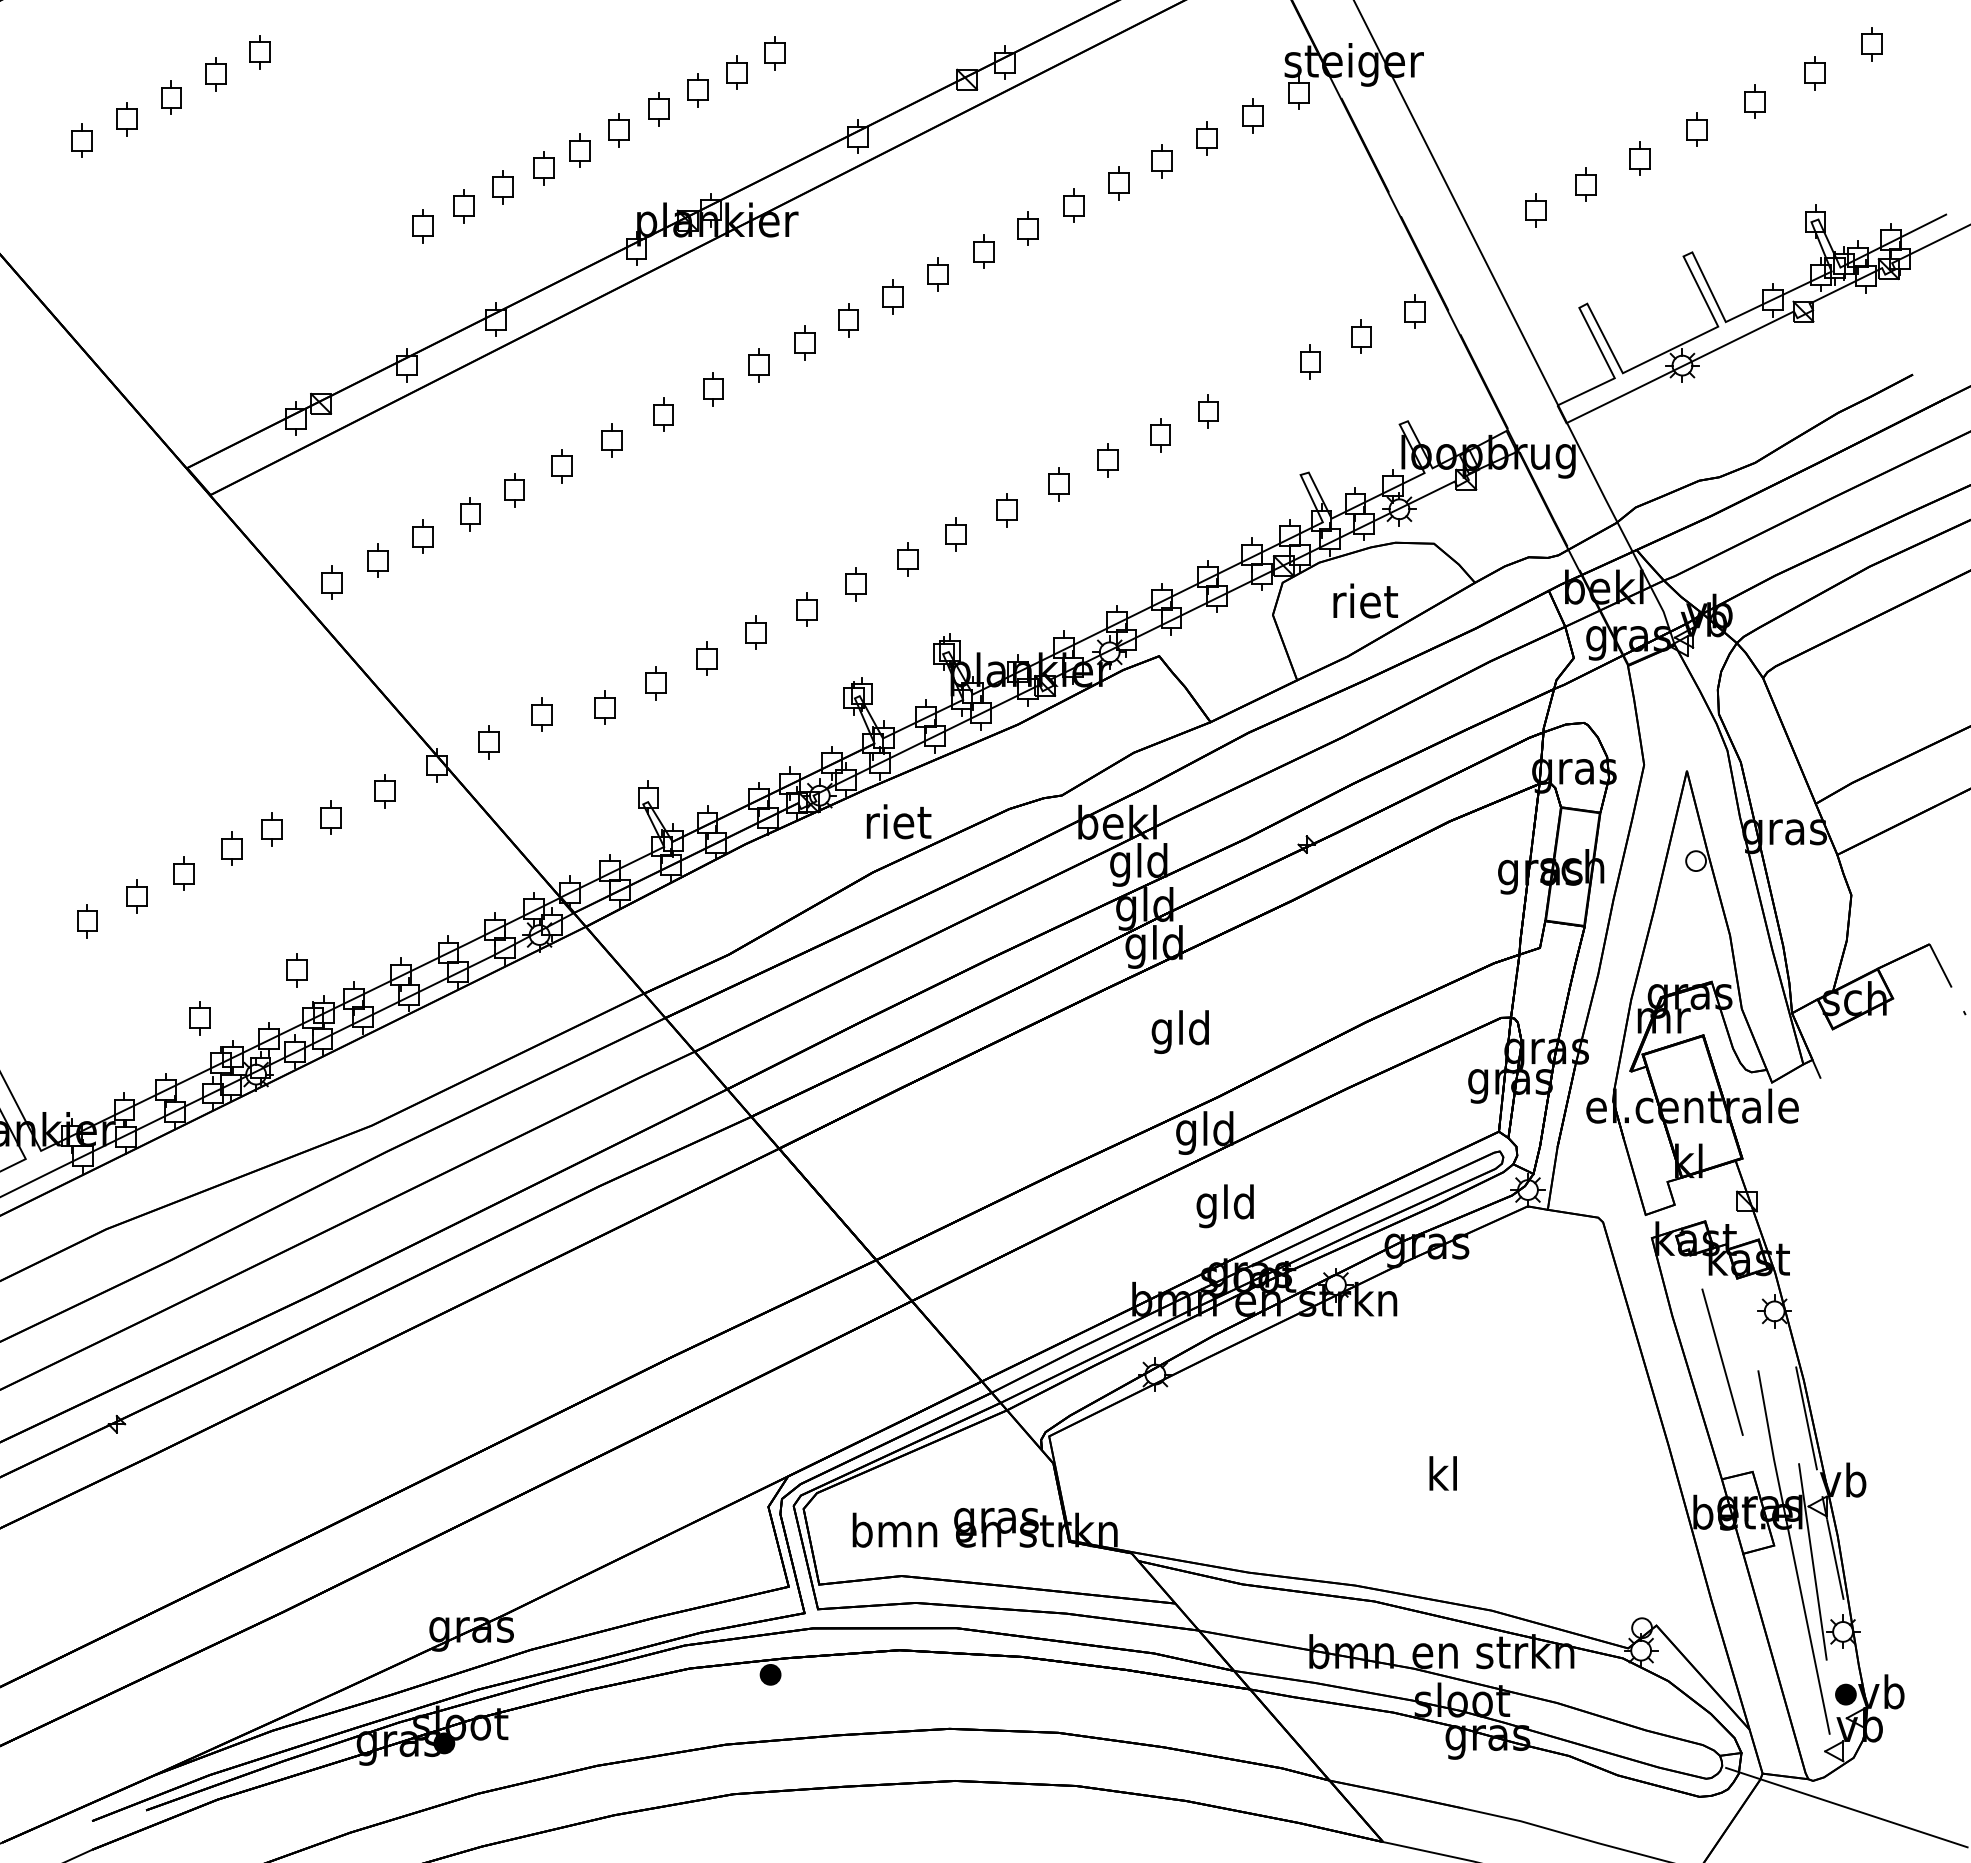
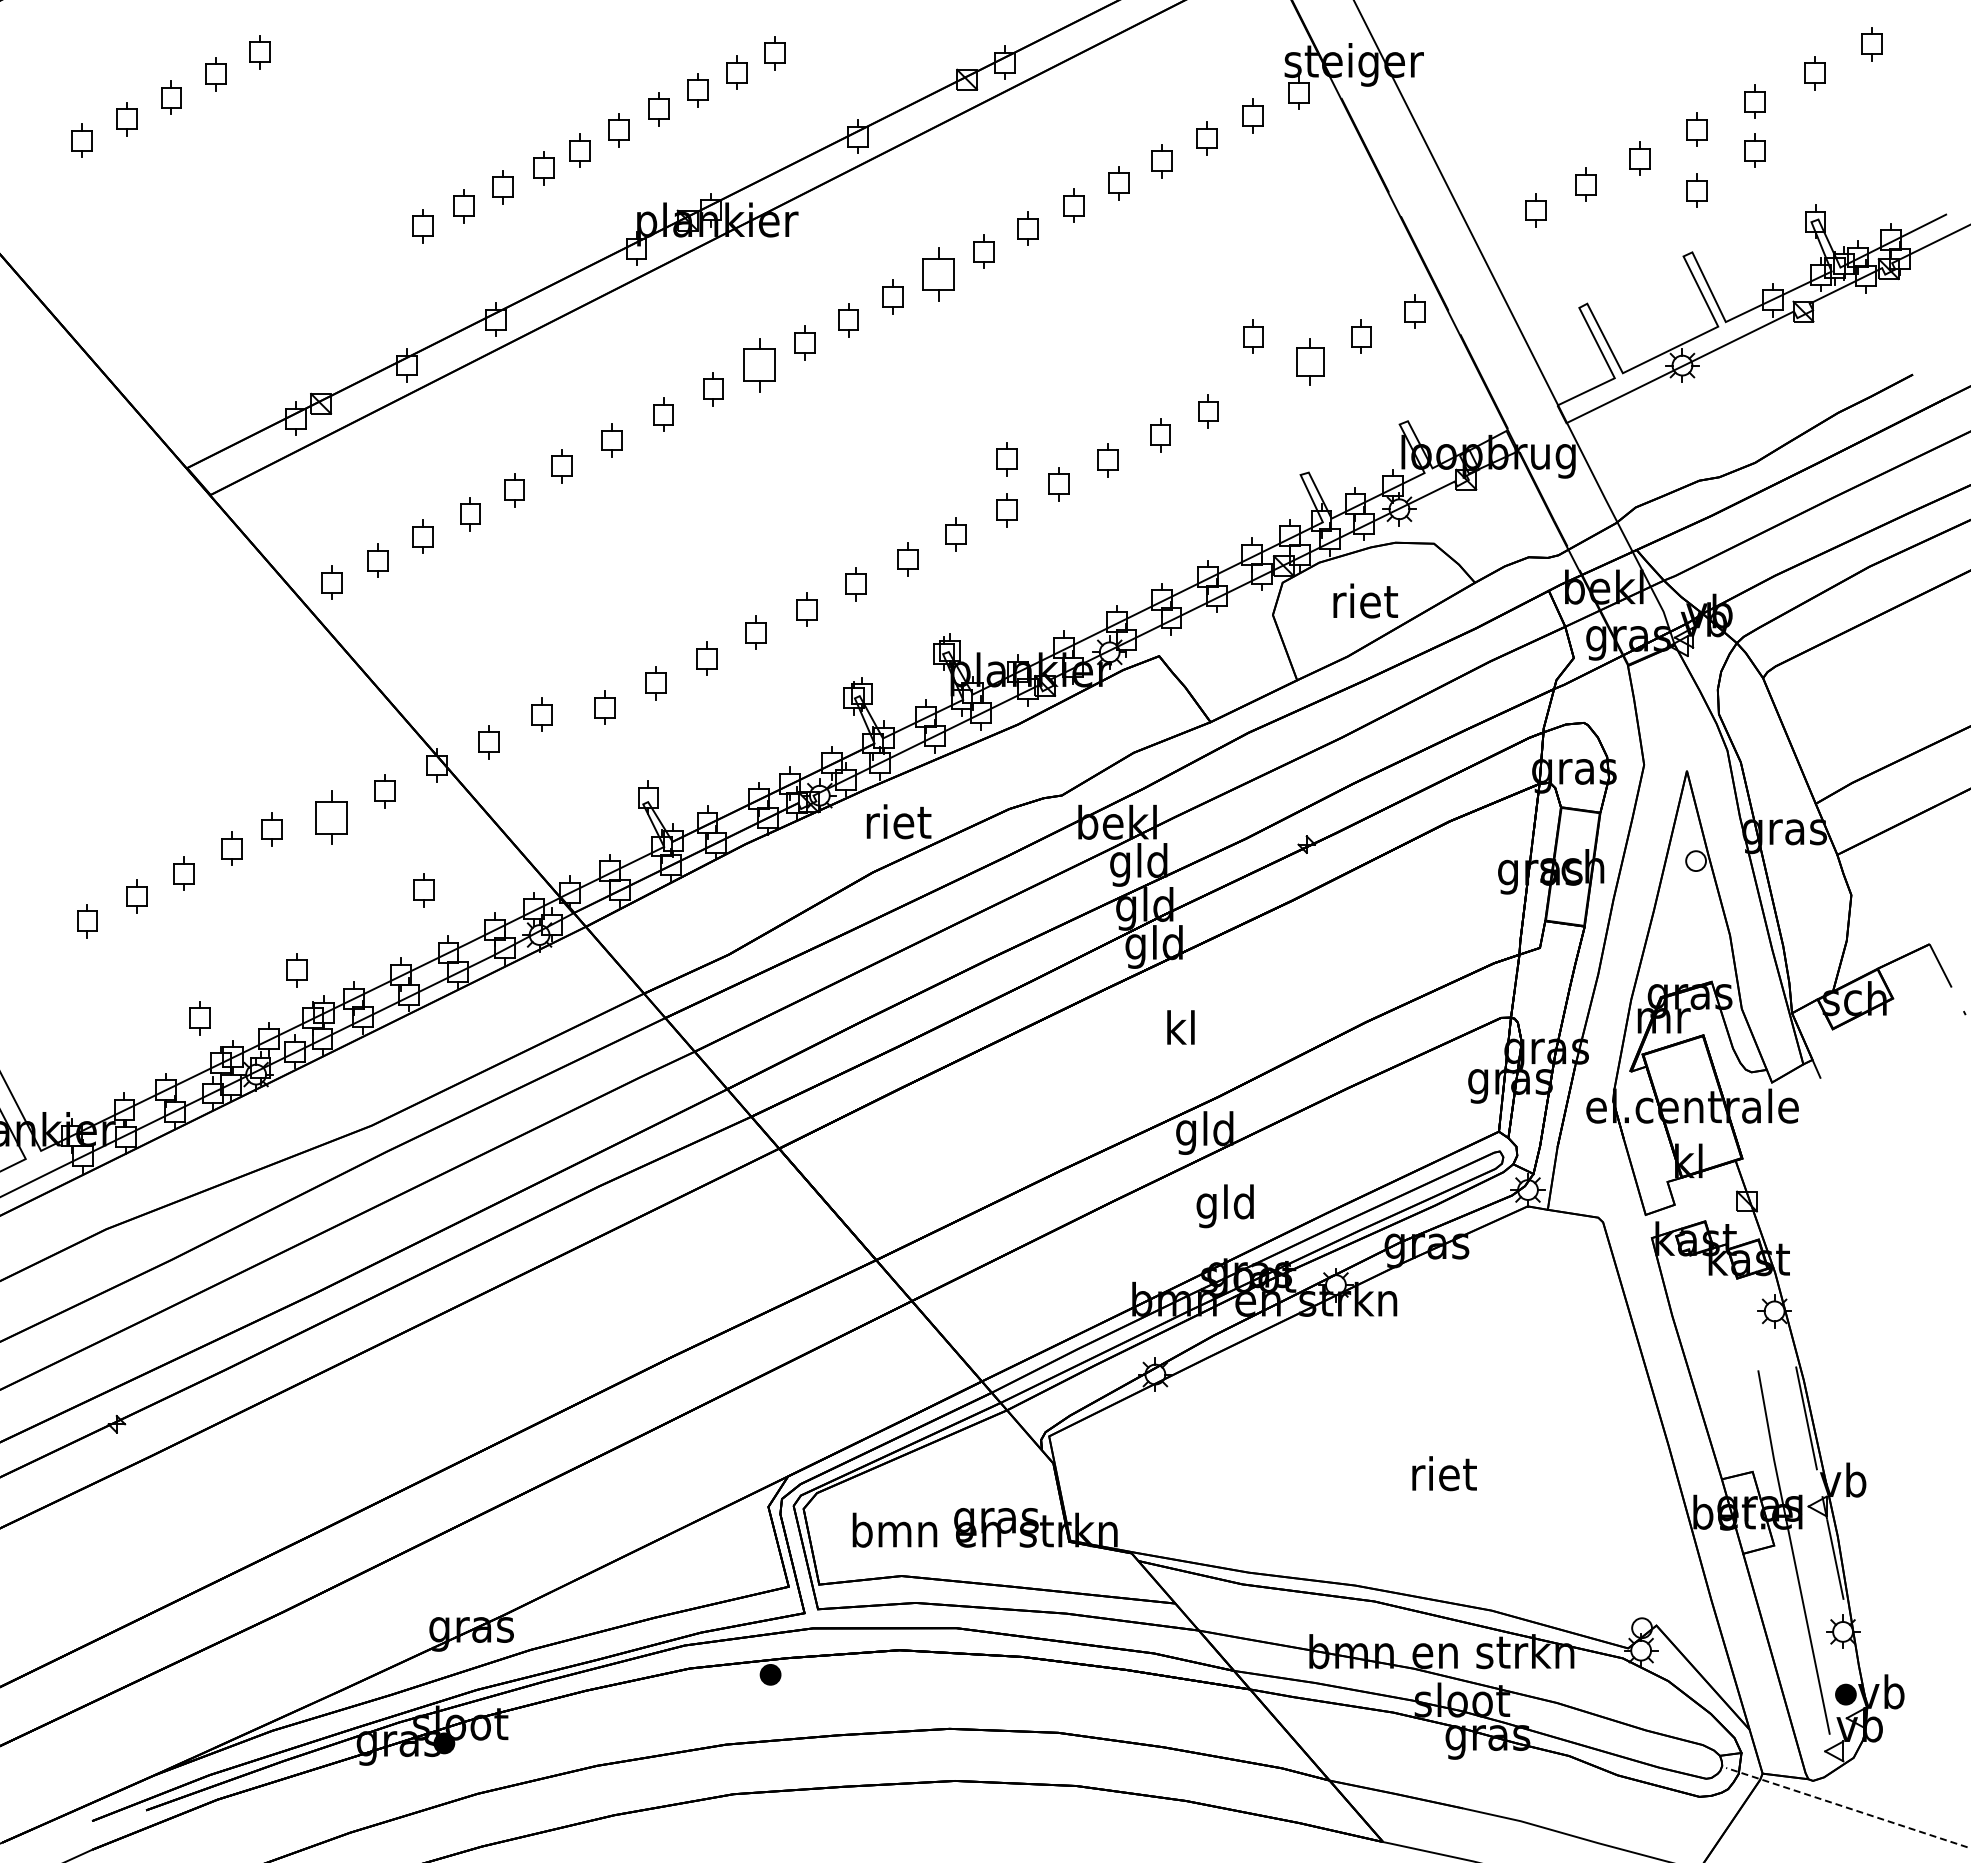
part at (1754, 150): none -> present
part at (1696, 190): none -> present
part at (937, 274) size: 22x35 px -> 33x55 px
part at (1253, 336): none -> present
part at (1310, 361) size: 21x36 px -> 29x48 px
part at (758, 365) size: 22x35 px -> 33x55 px
part at (1006, 459): none -> present
part at (330, 817) size: 22x35 px -> 33x55 px
part at (423, 890): none -> present
text at (1179, 1032): gld -> kl
line at (1722, 1361): present -> none
text at (1444, 1473): kl -> riet
line at (1812, 1561): present -> none
line at (1846, 1807): solid -> dashed
